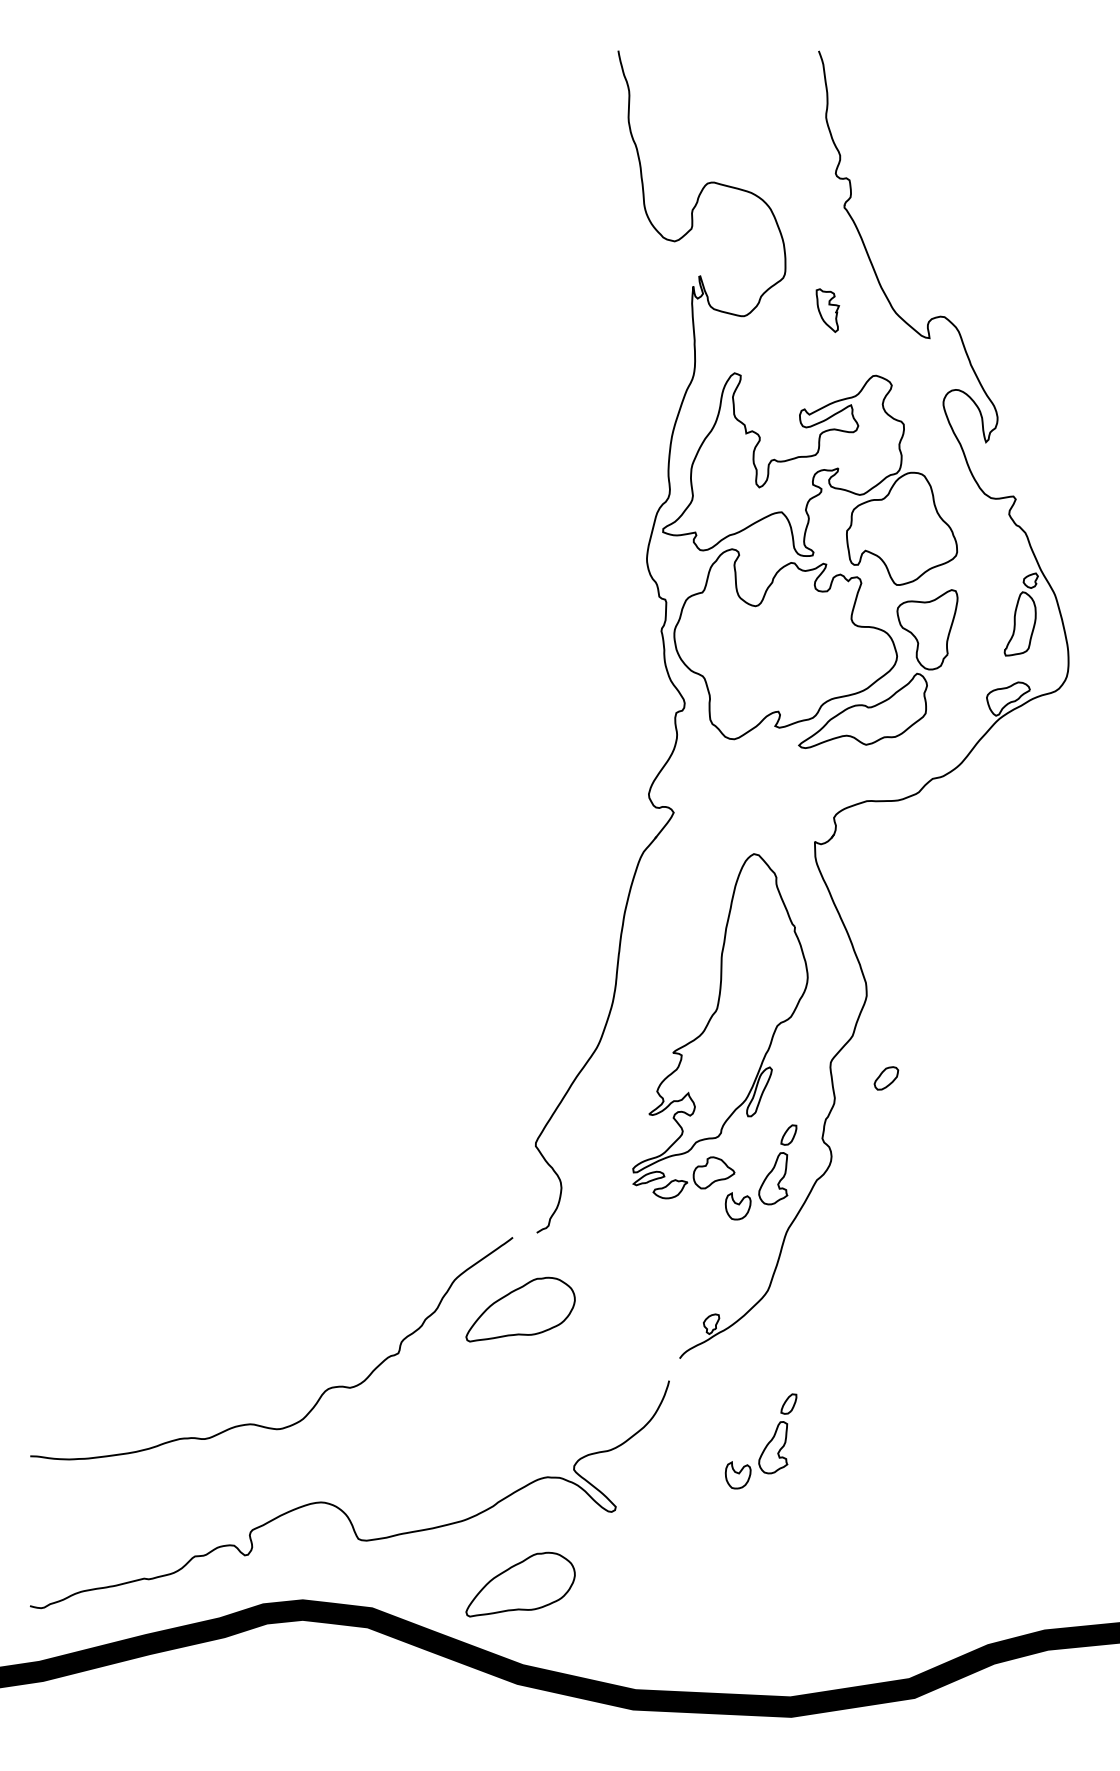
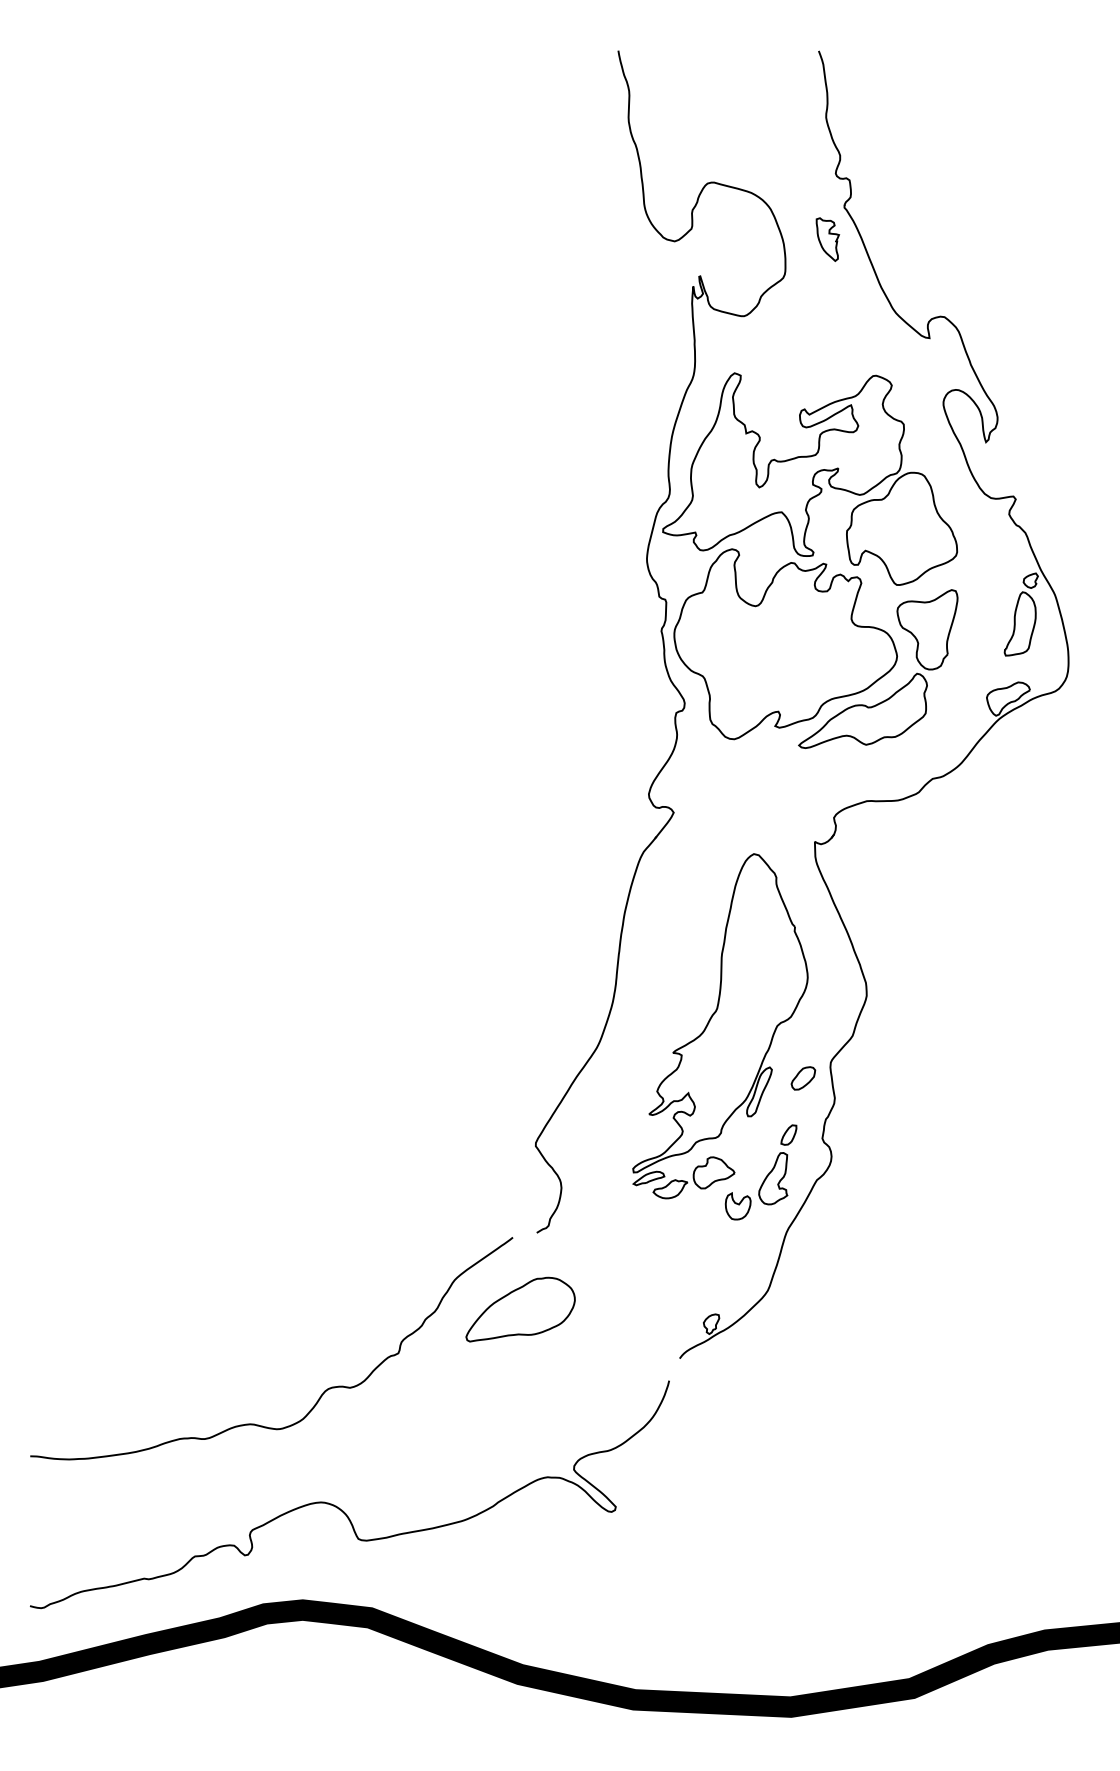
part at (827, 310) position: (827, 310) -> (827, 239)
part at (886, 1078) position: (886, 1078) -> (803, 1078)
part at (766, 1444): present -> none
part at (520, 1584): present -> none
